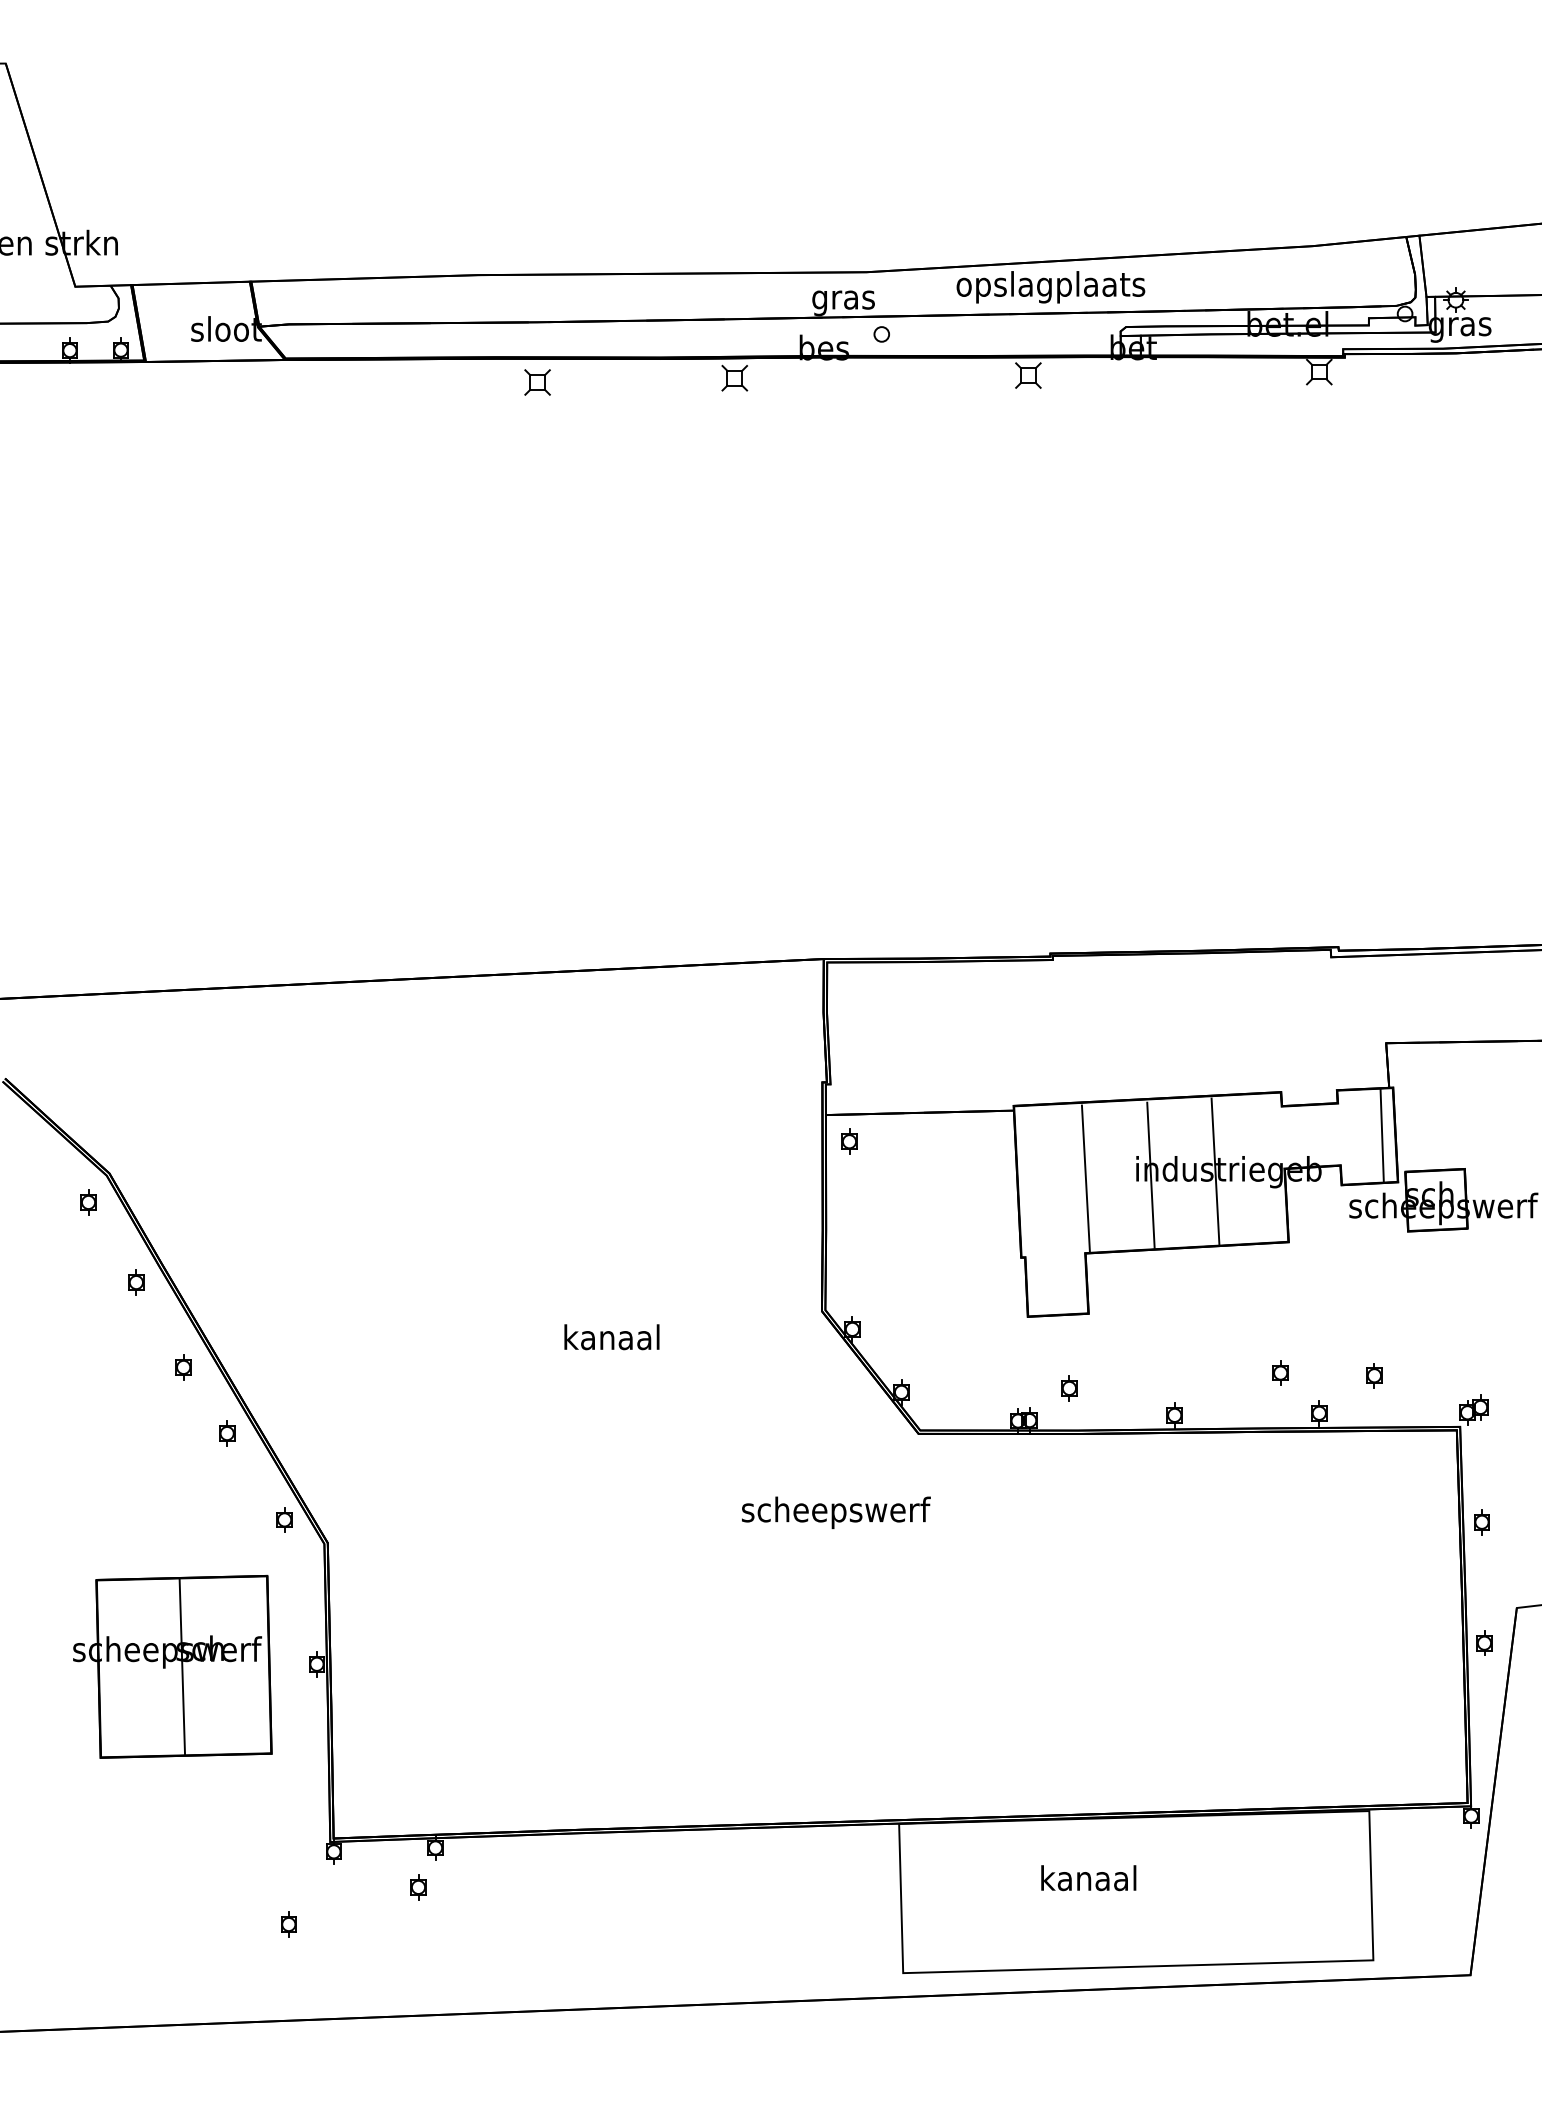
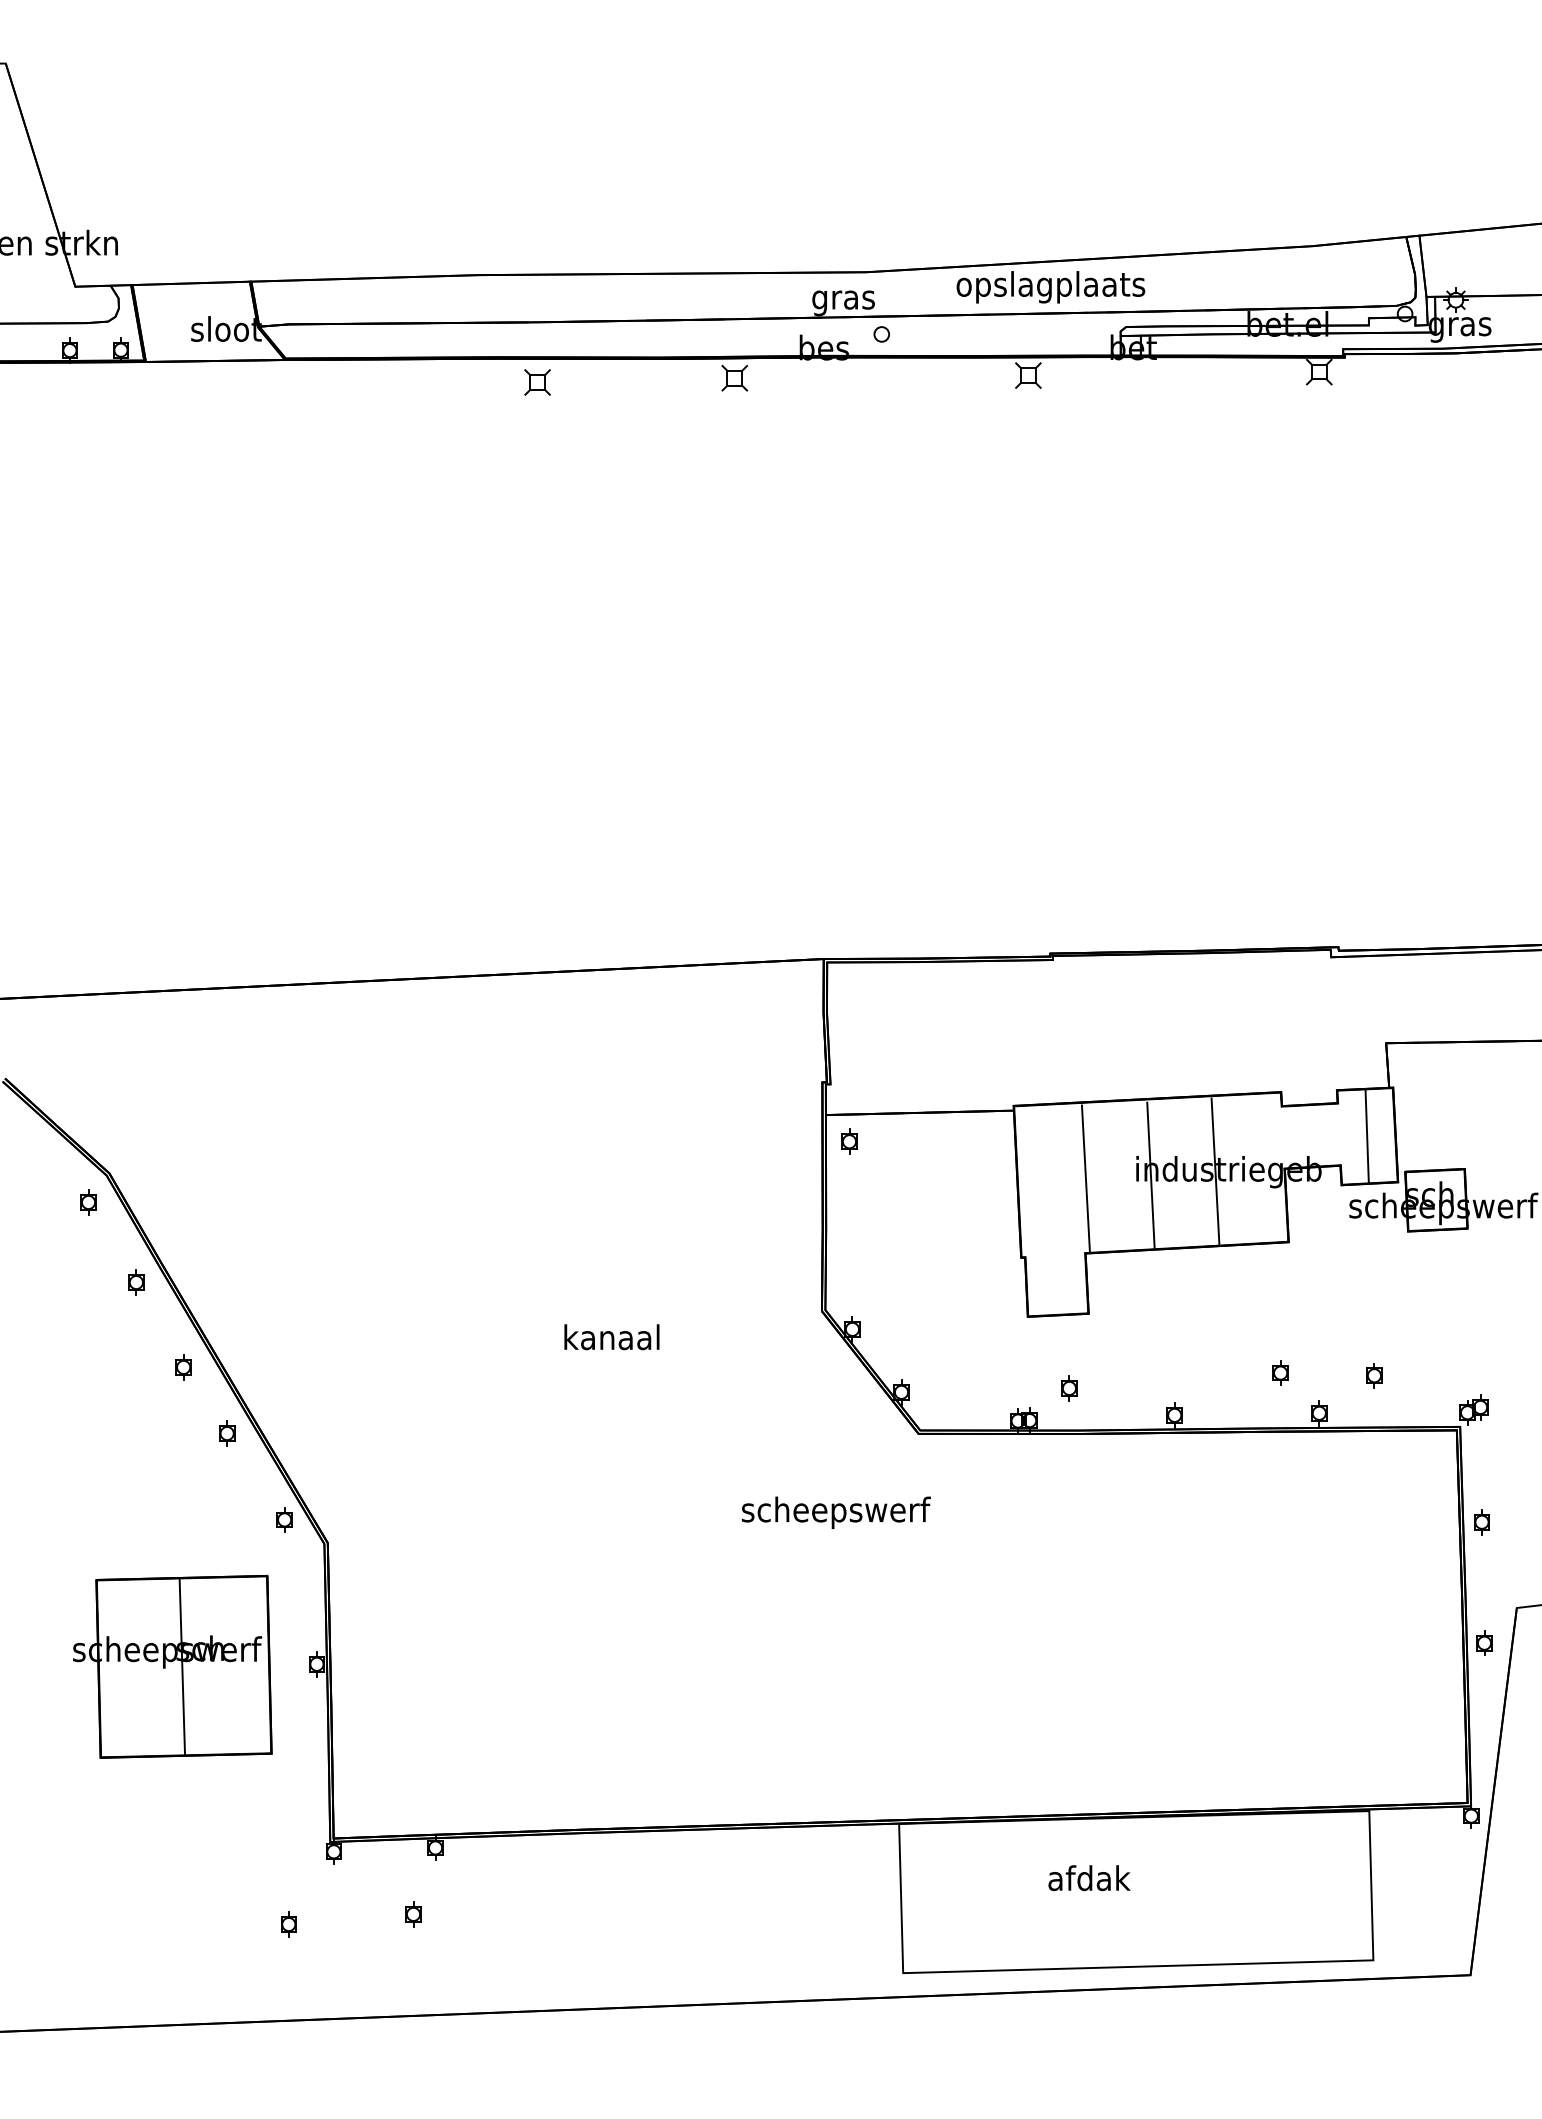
line at (1381, 1134) position: (1381, 1134) -> (1366, 1135)
text at (1088, 1878): kanaal -> afdak
part at (418, 1887) position: (418, 1887) -> (413, 1914)
